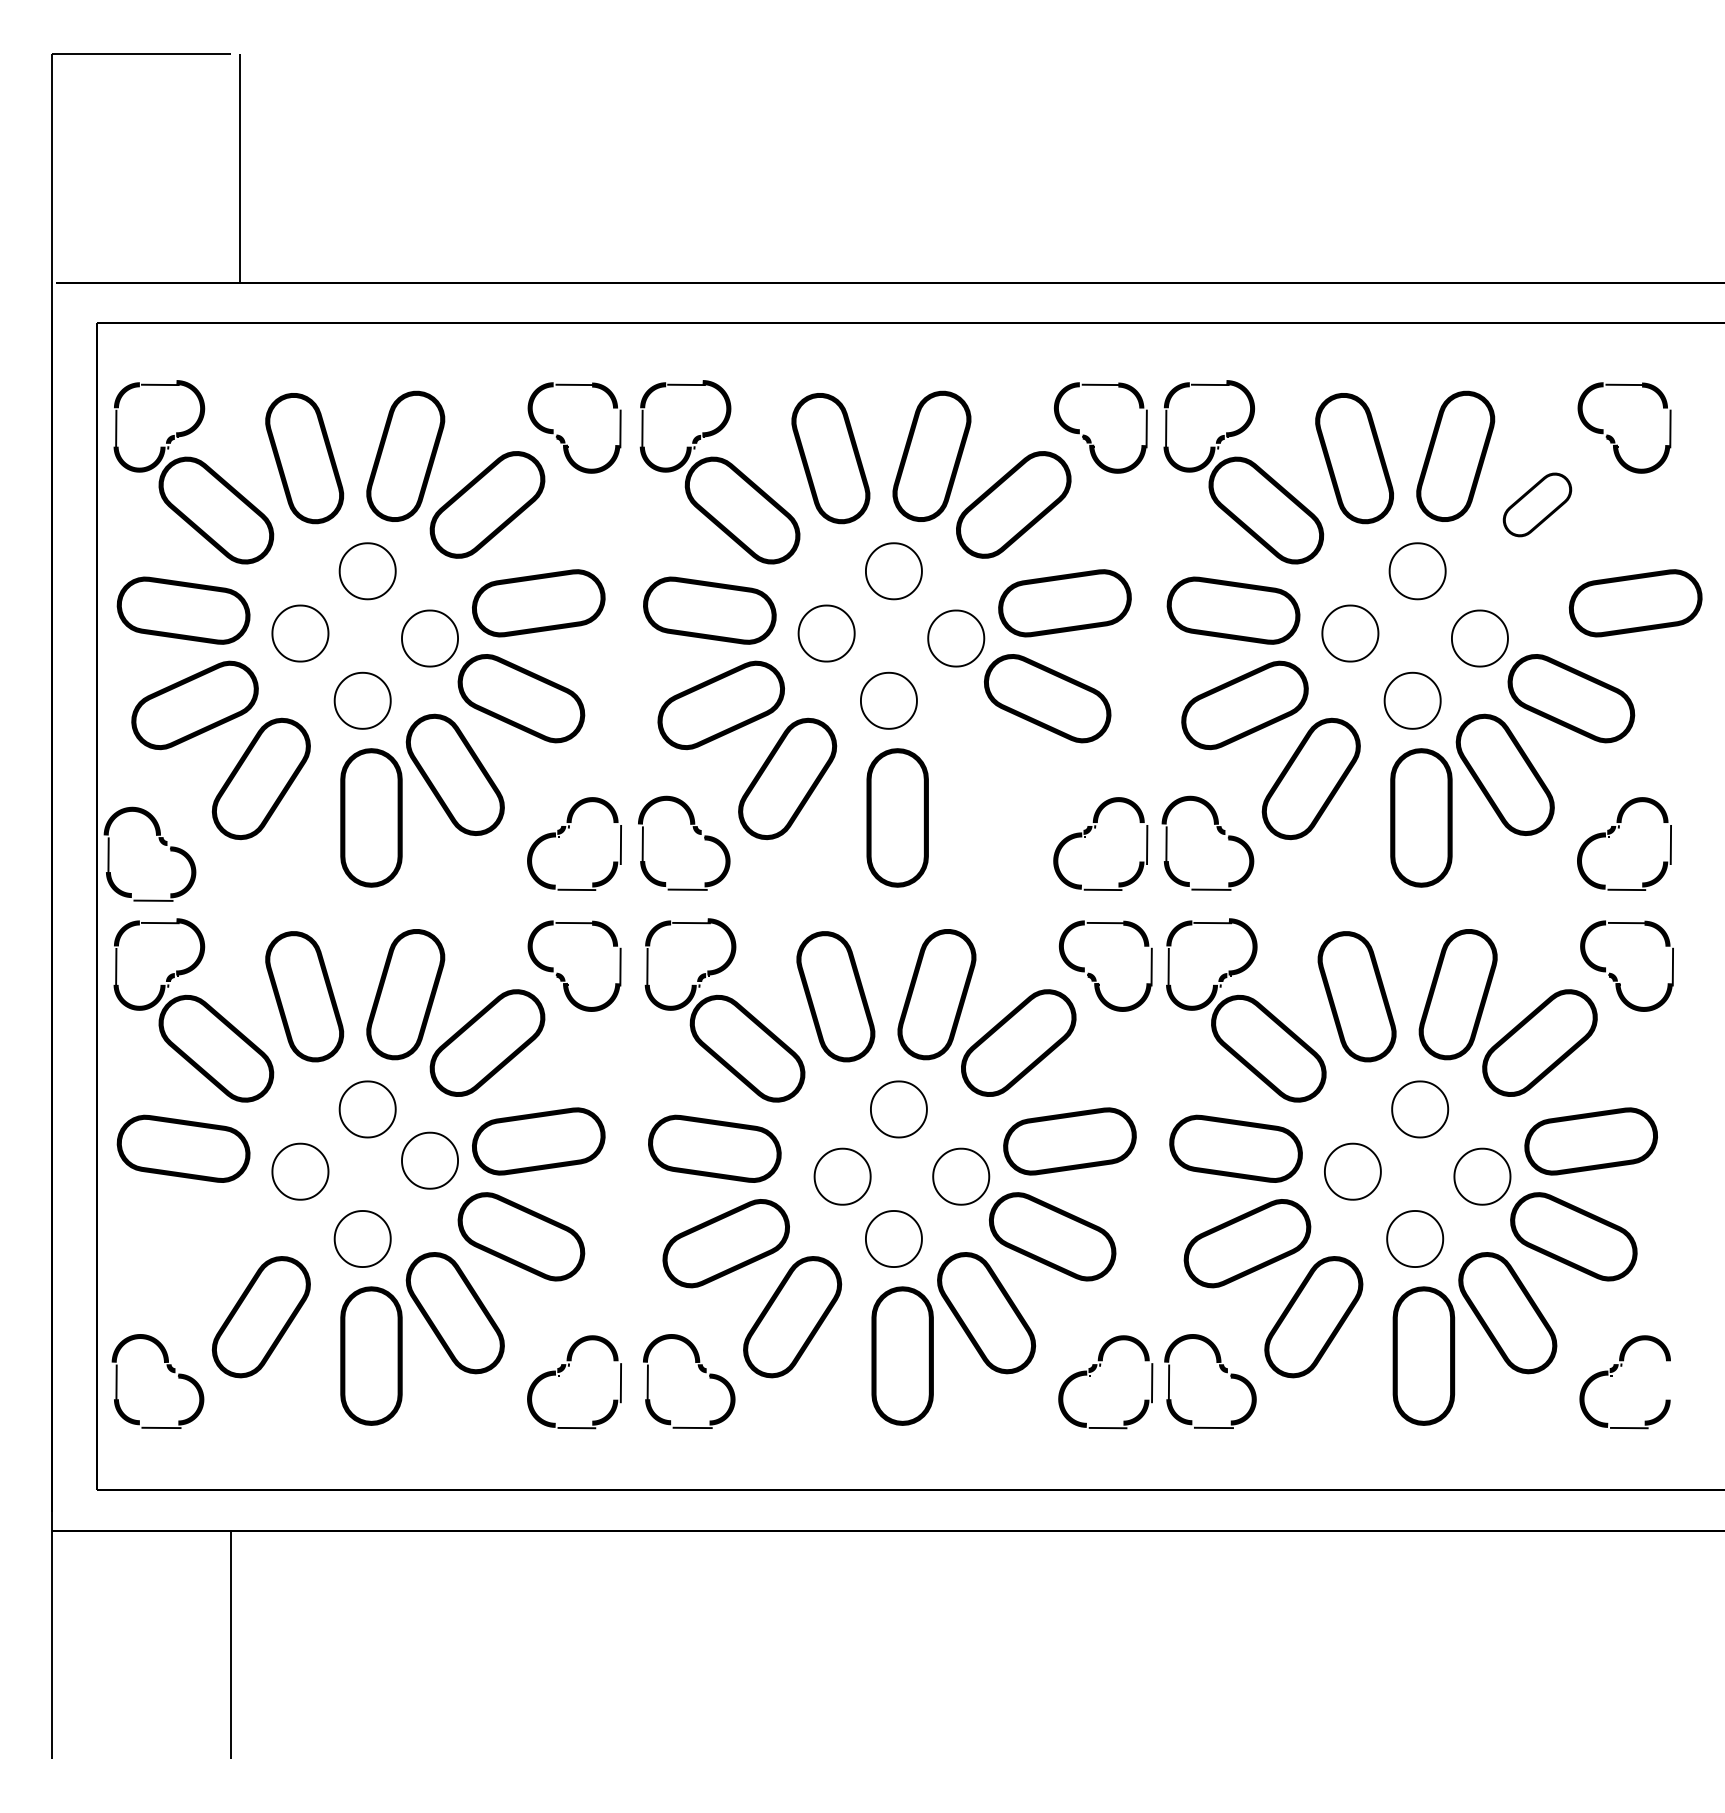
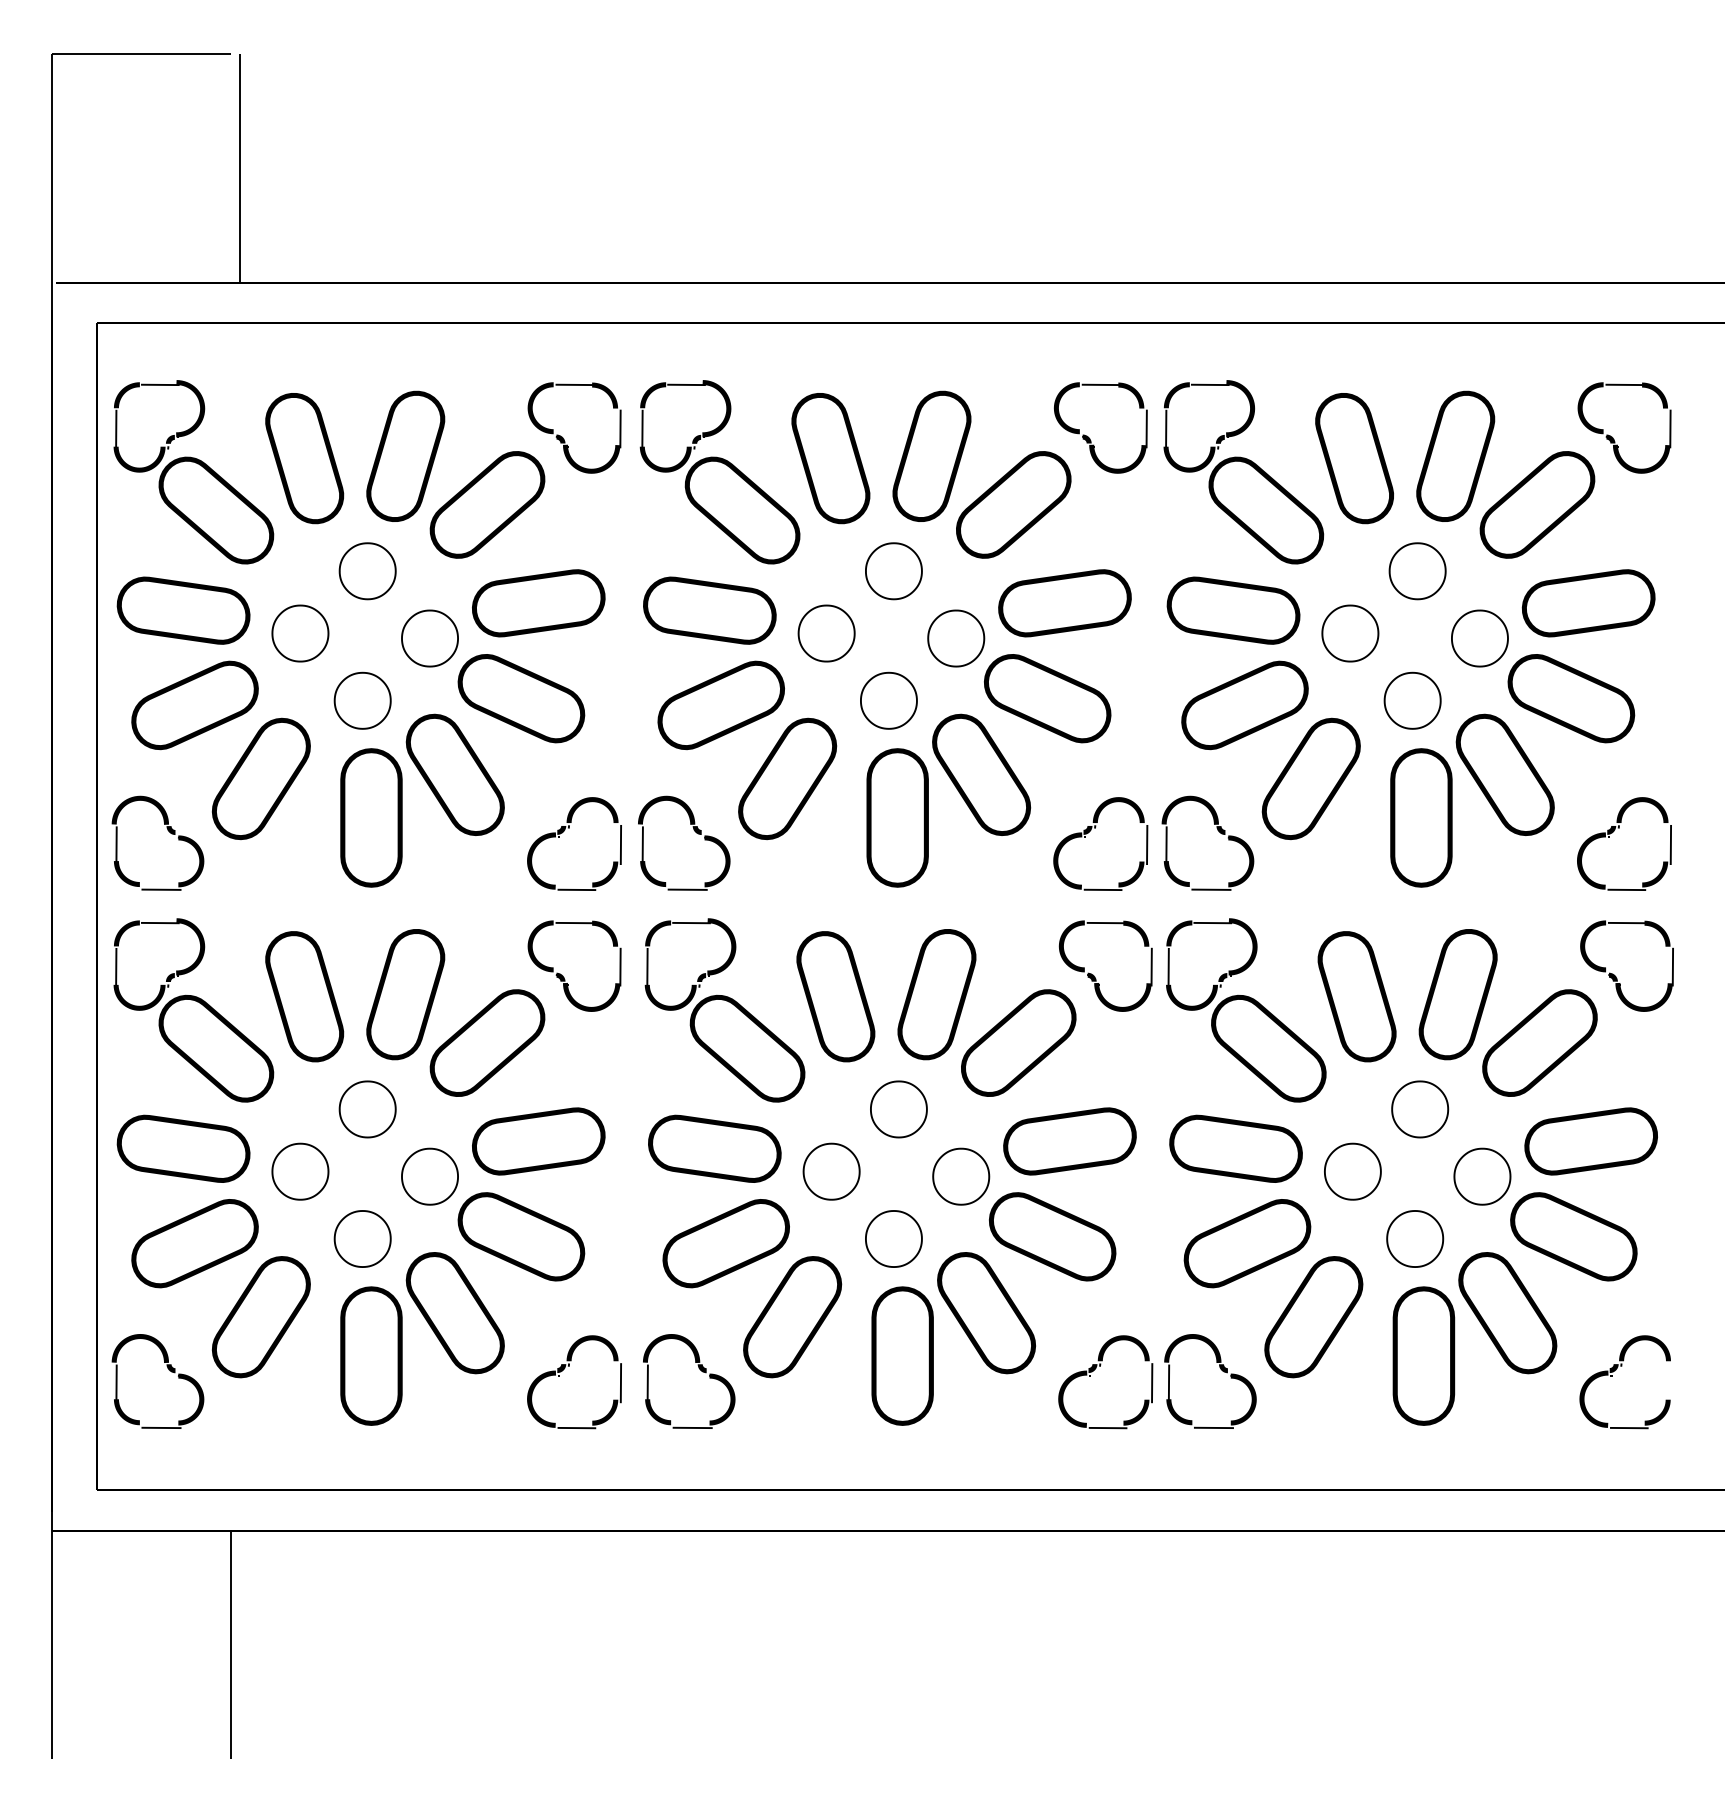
part at (1537, 504) size: 71x66 px -> 117x108 px
part at (1635, 603) position: (1635, 603) -> (1588, 603)
part at (981, 774): none -> present
part at (160, 842) position: (160, 842) -> (168, 831)
part at (429, 1160) position: (429, 1160) -> (429, 1176)
part at (842, 1176) position: (842, 1176) -> (831, 1171)
part at (194, 1243): none -> present
